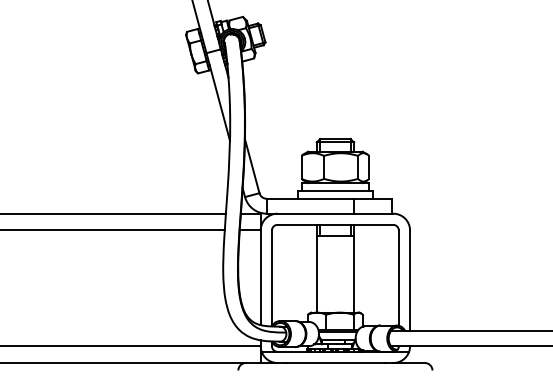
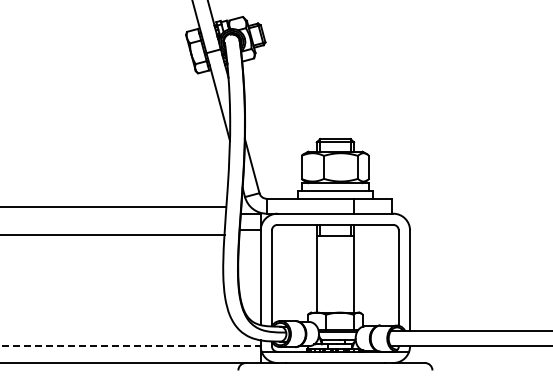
line at (113, 213) position: (113, 213) -> (113, 206)
line at (113, 230) position: (113, 230) -> (113, 235)
line at (130, 346): solid -> dashed
